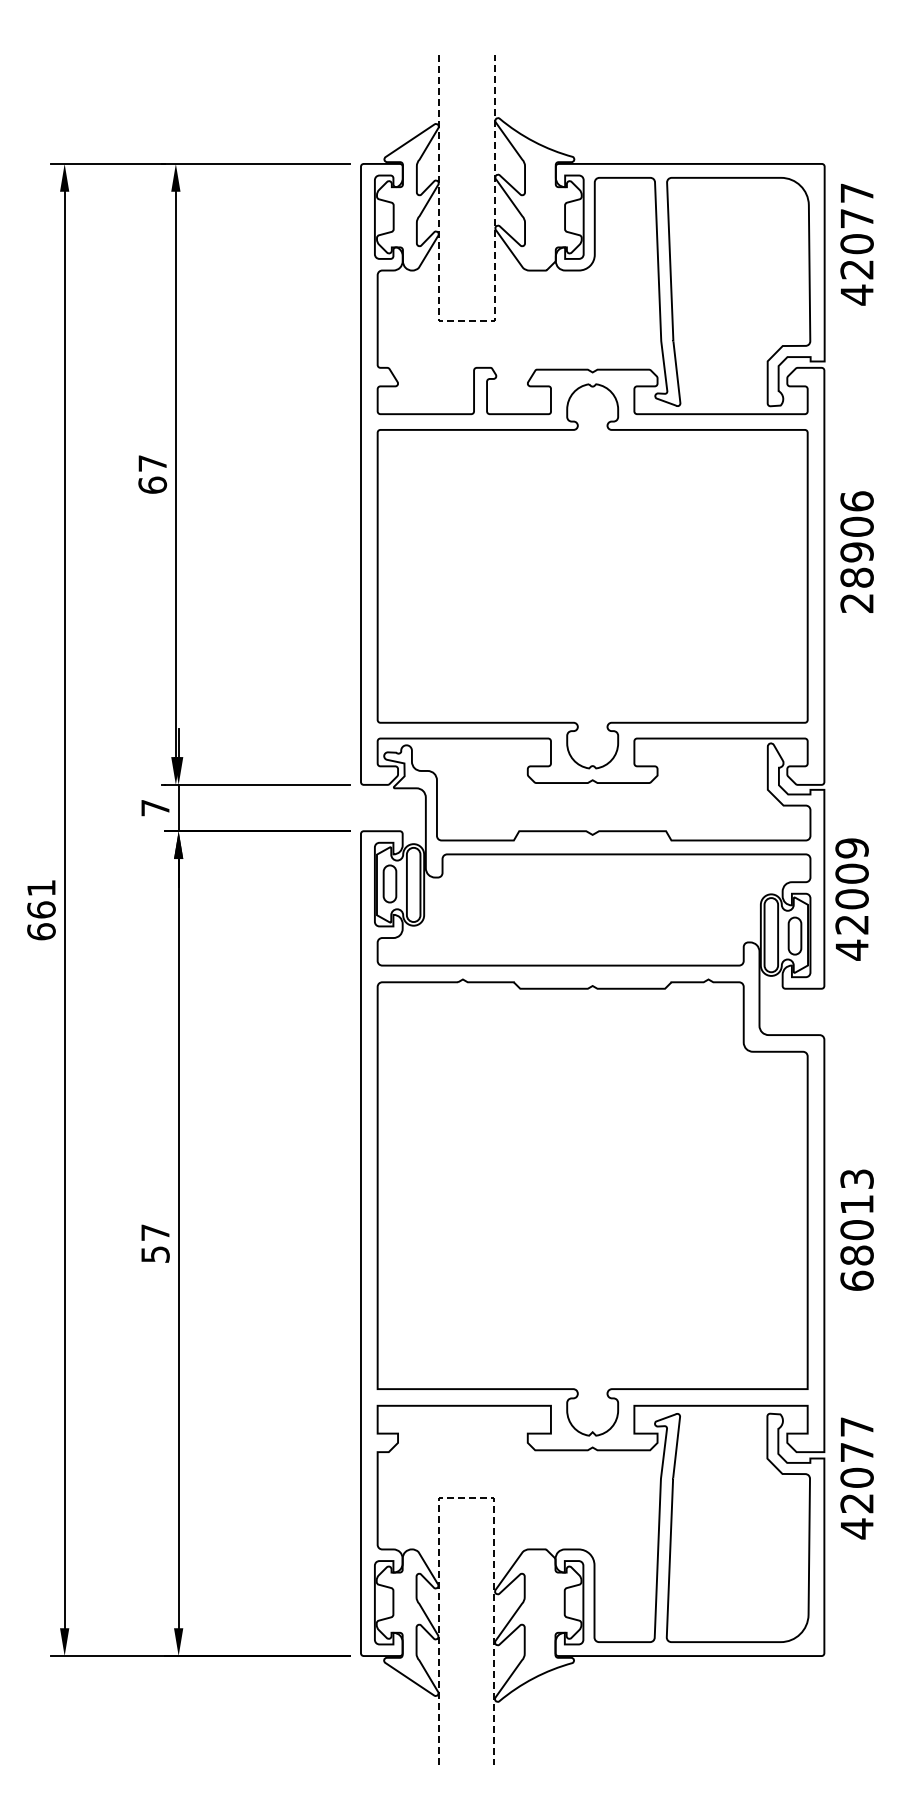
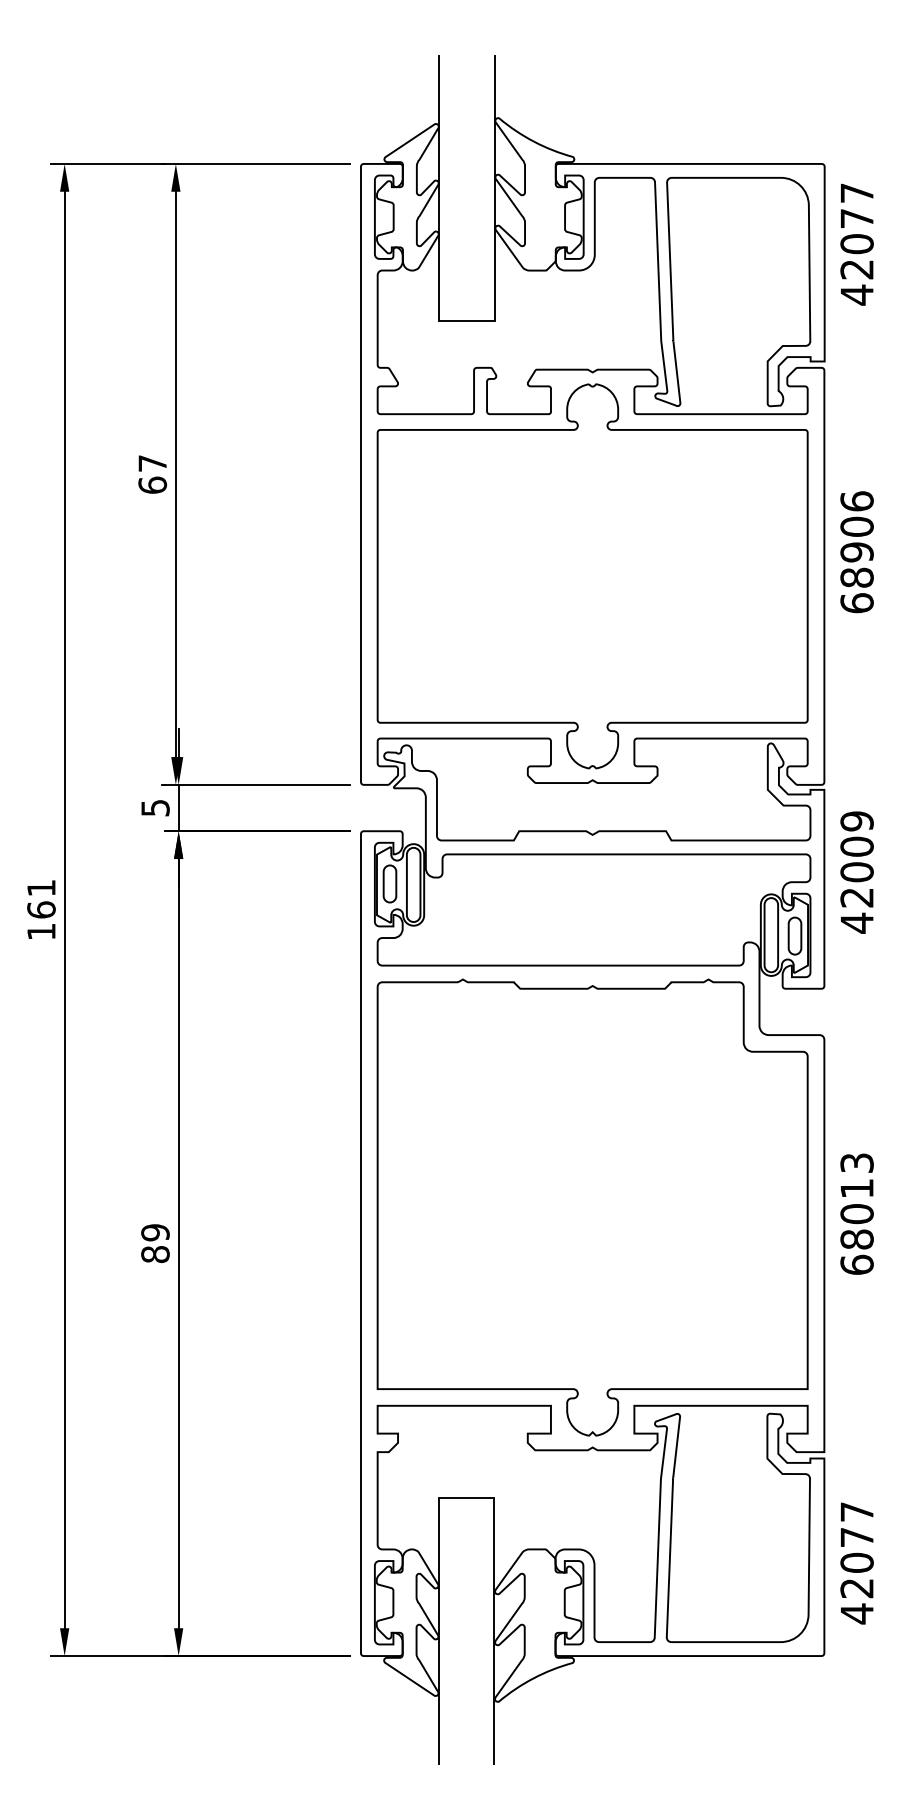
line at (466, 321): dashed -> solid
text at (856, 603): 28906 -> 68906
text at (155, 808): 7 -> 5
text at (851, 899) position: (851, 899) -> (856, 872)
text at (41, 931): 661 -> 161
text at (856, 1229) position: (856, 1229) -> (856, 1213)
text at (155, 1243): 57 -> 89
text at (856, 1478) position: (856, 1478) -> (856, 1563)
line at (466, 1498): dashed -> solid
